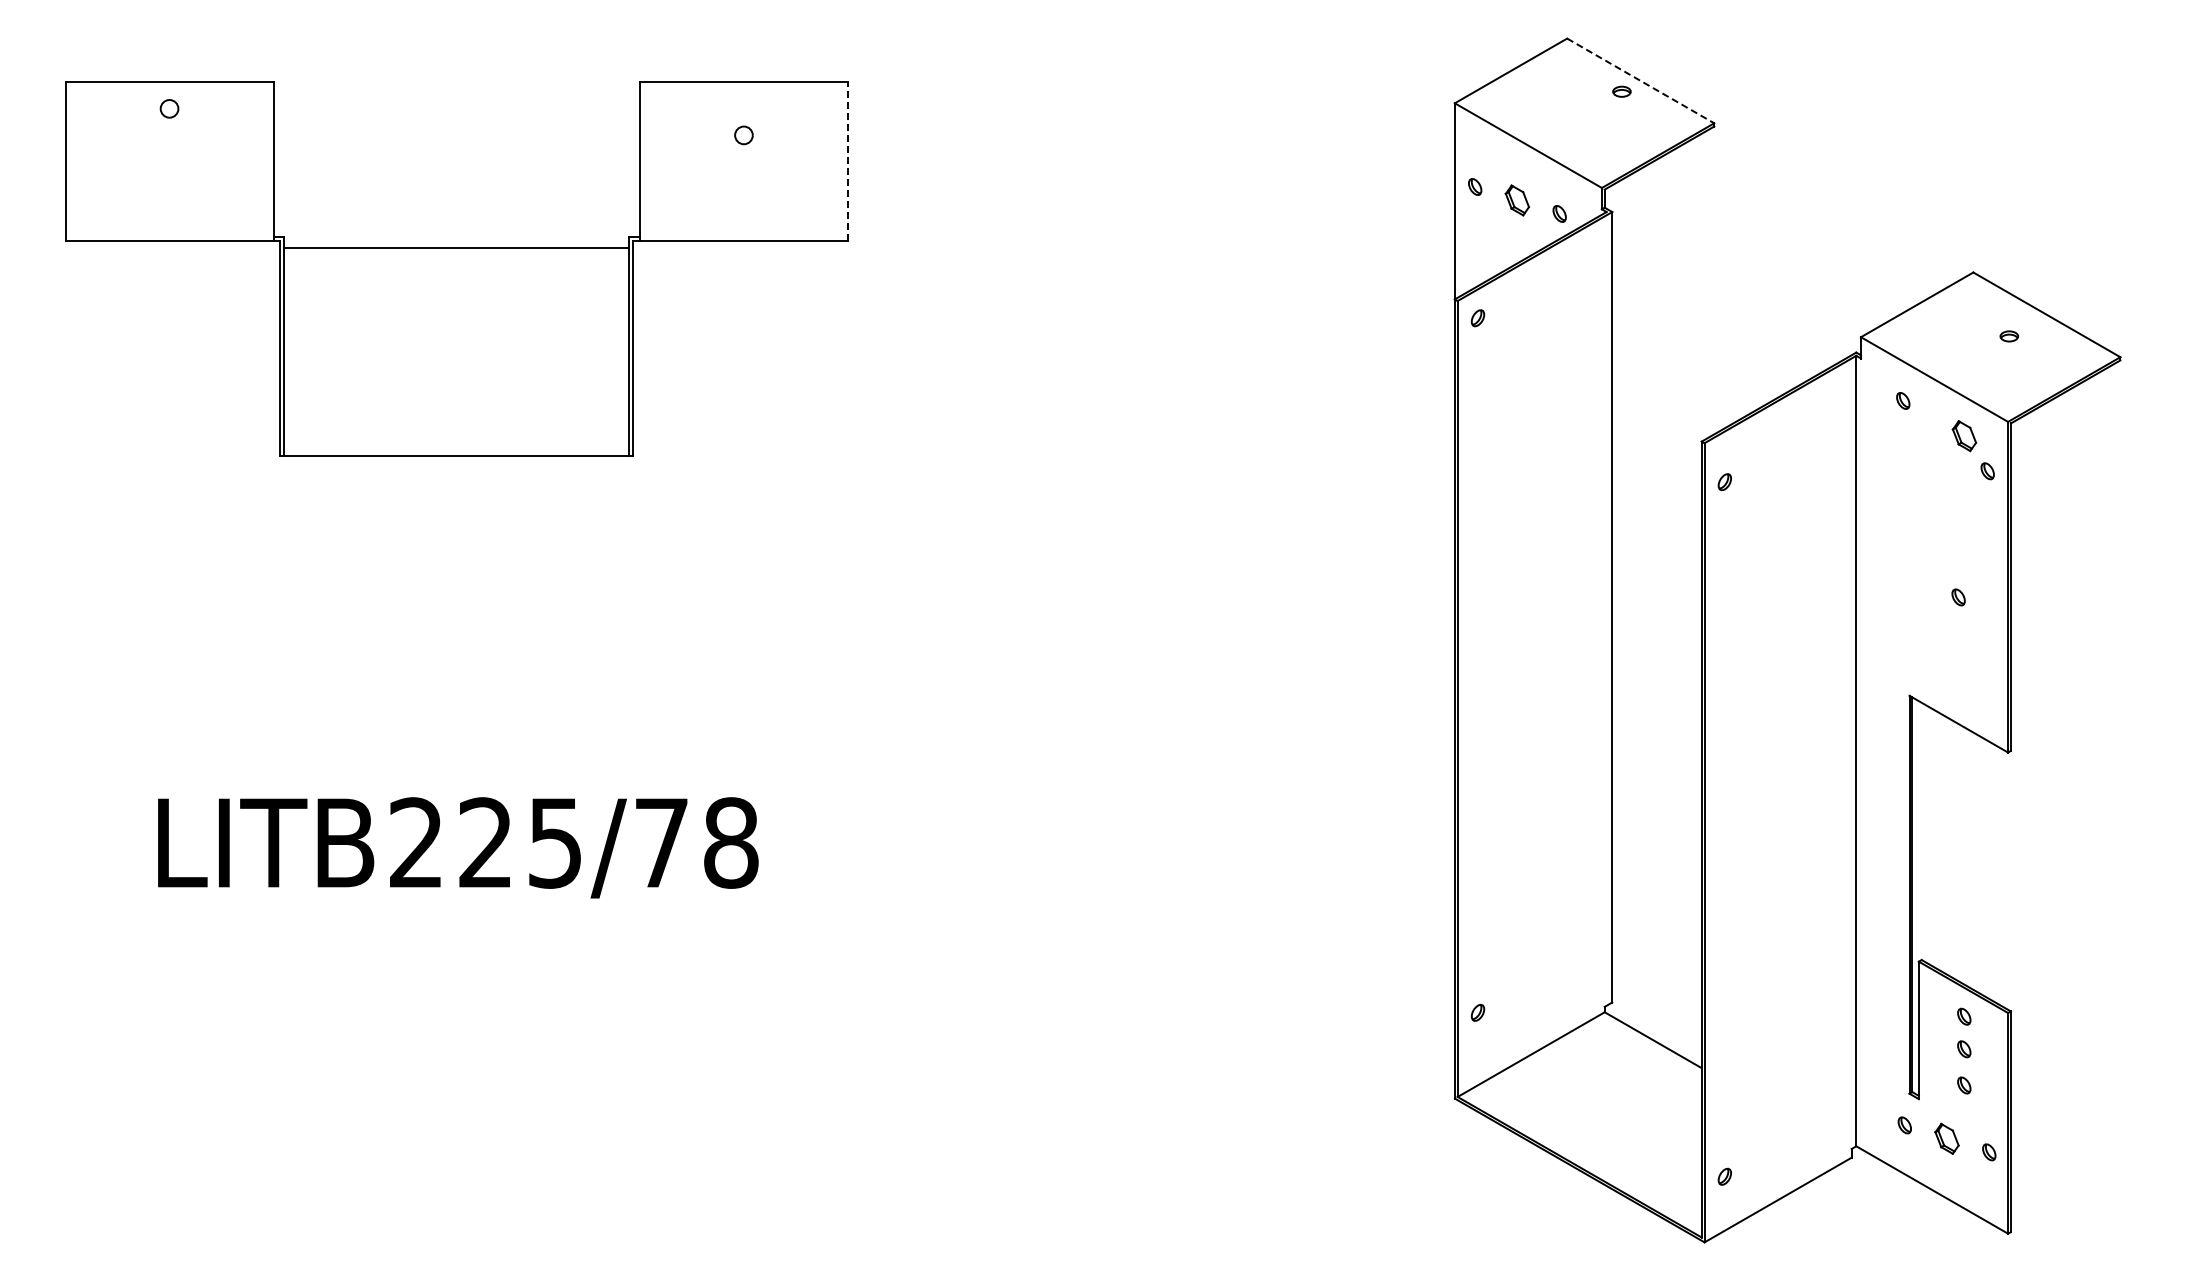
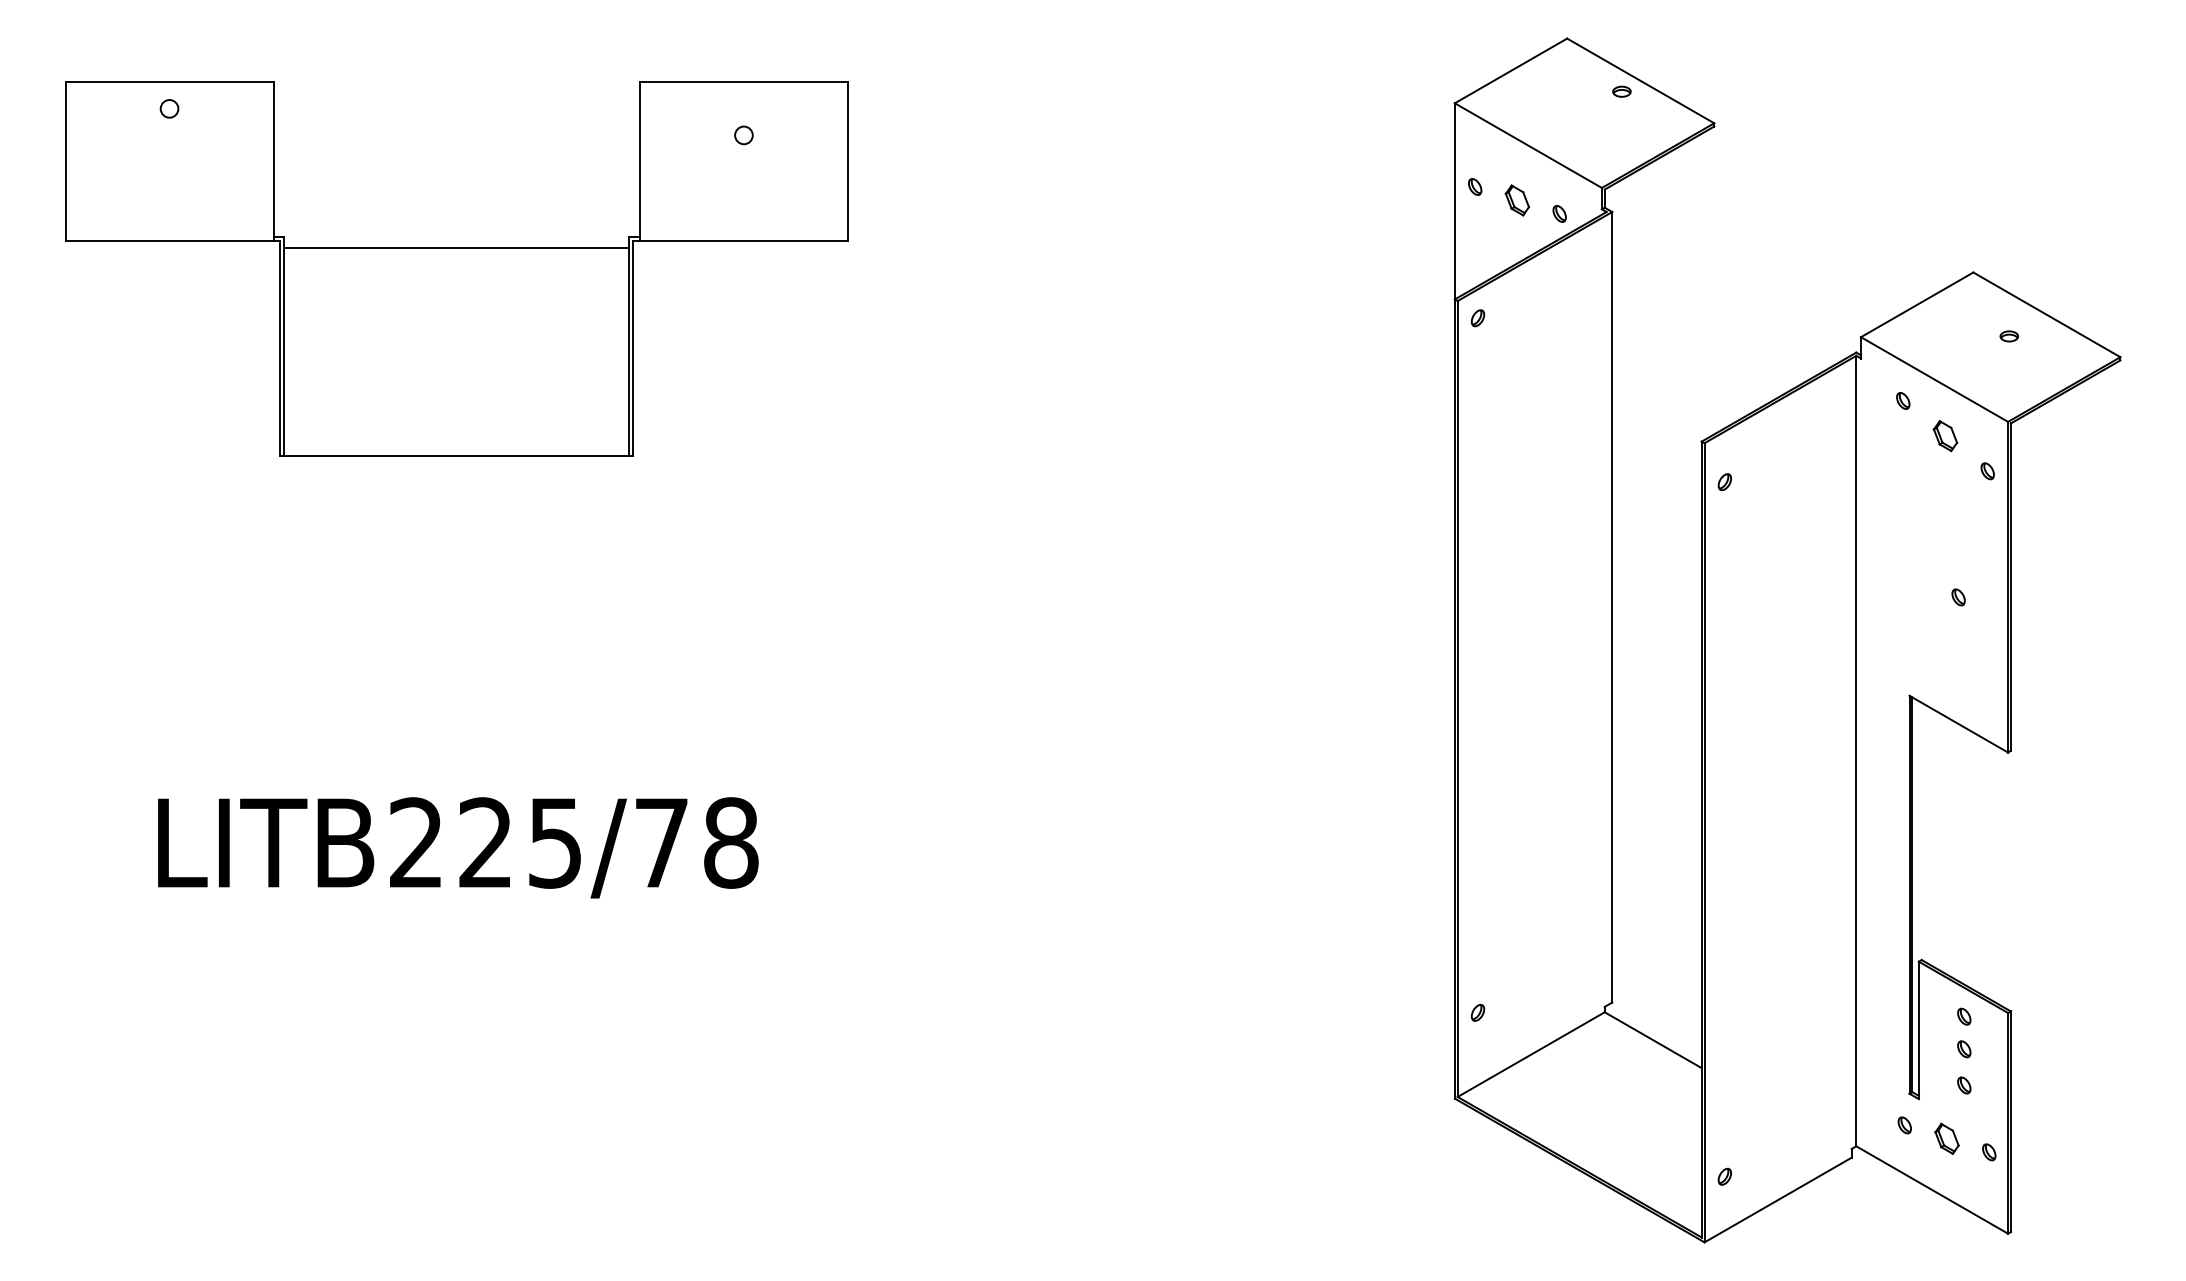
line at (1640, 80): dashed -> solid
line at (847, 161): dashed -> solid
part at (1964, 436) position: (1964, 436) -> (1945, 436)
